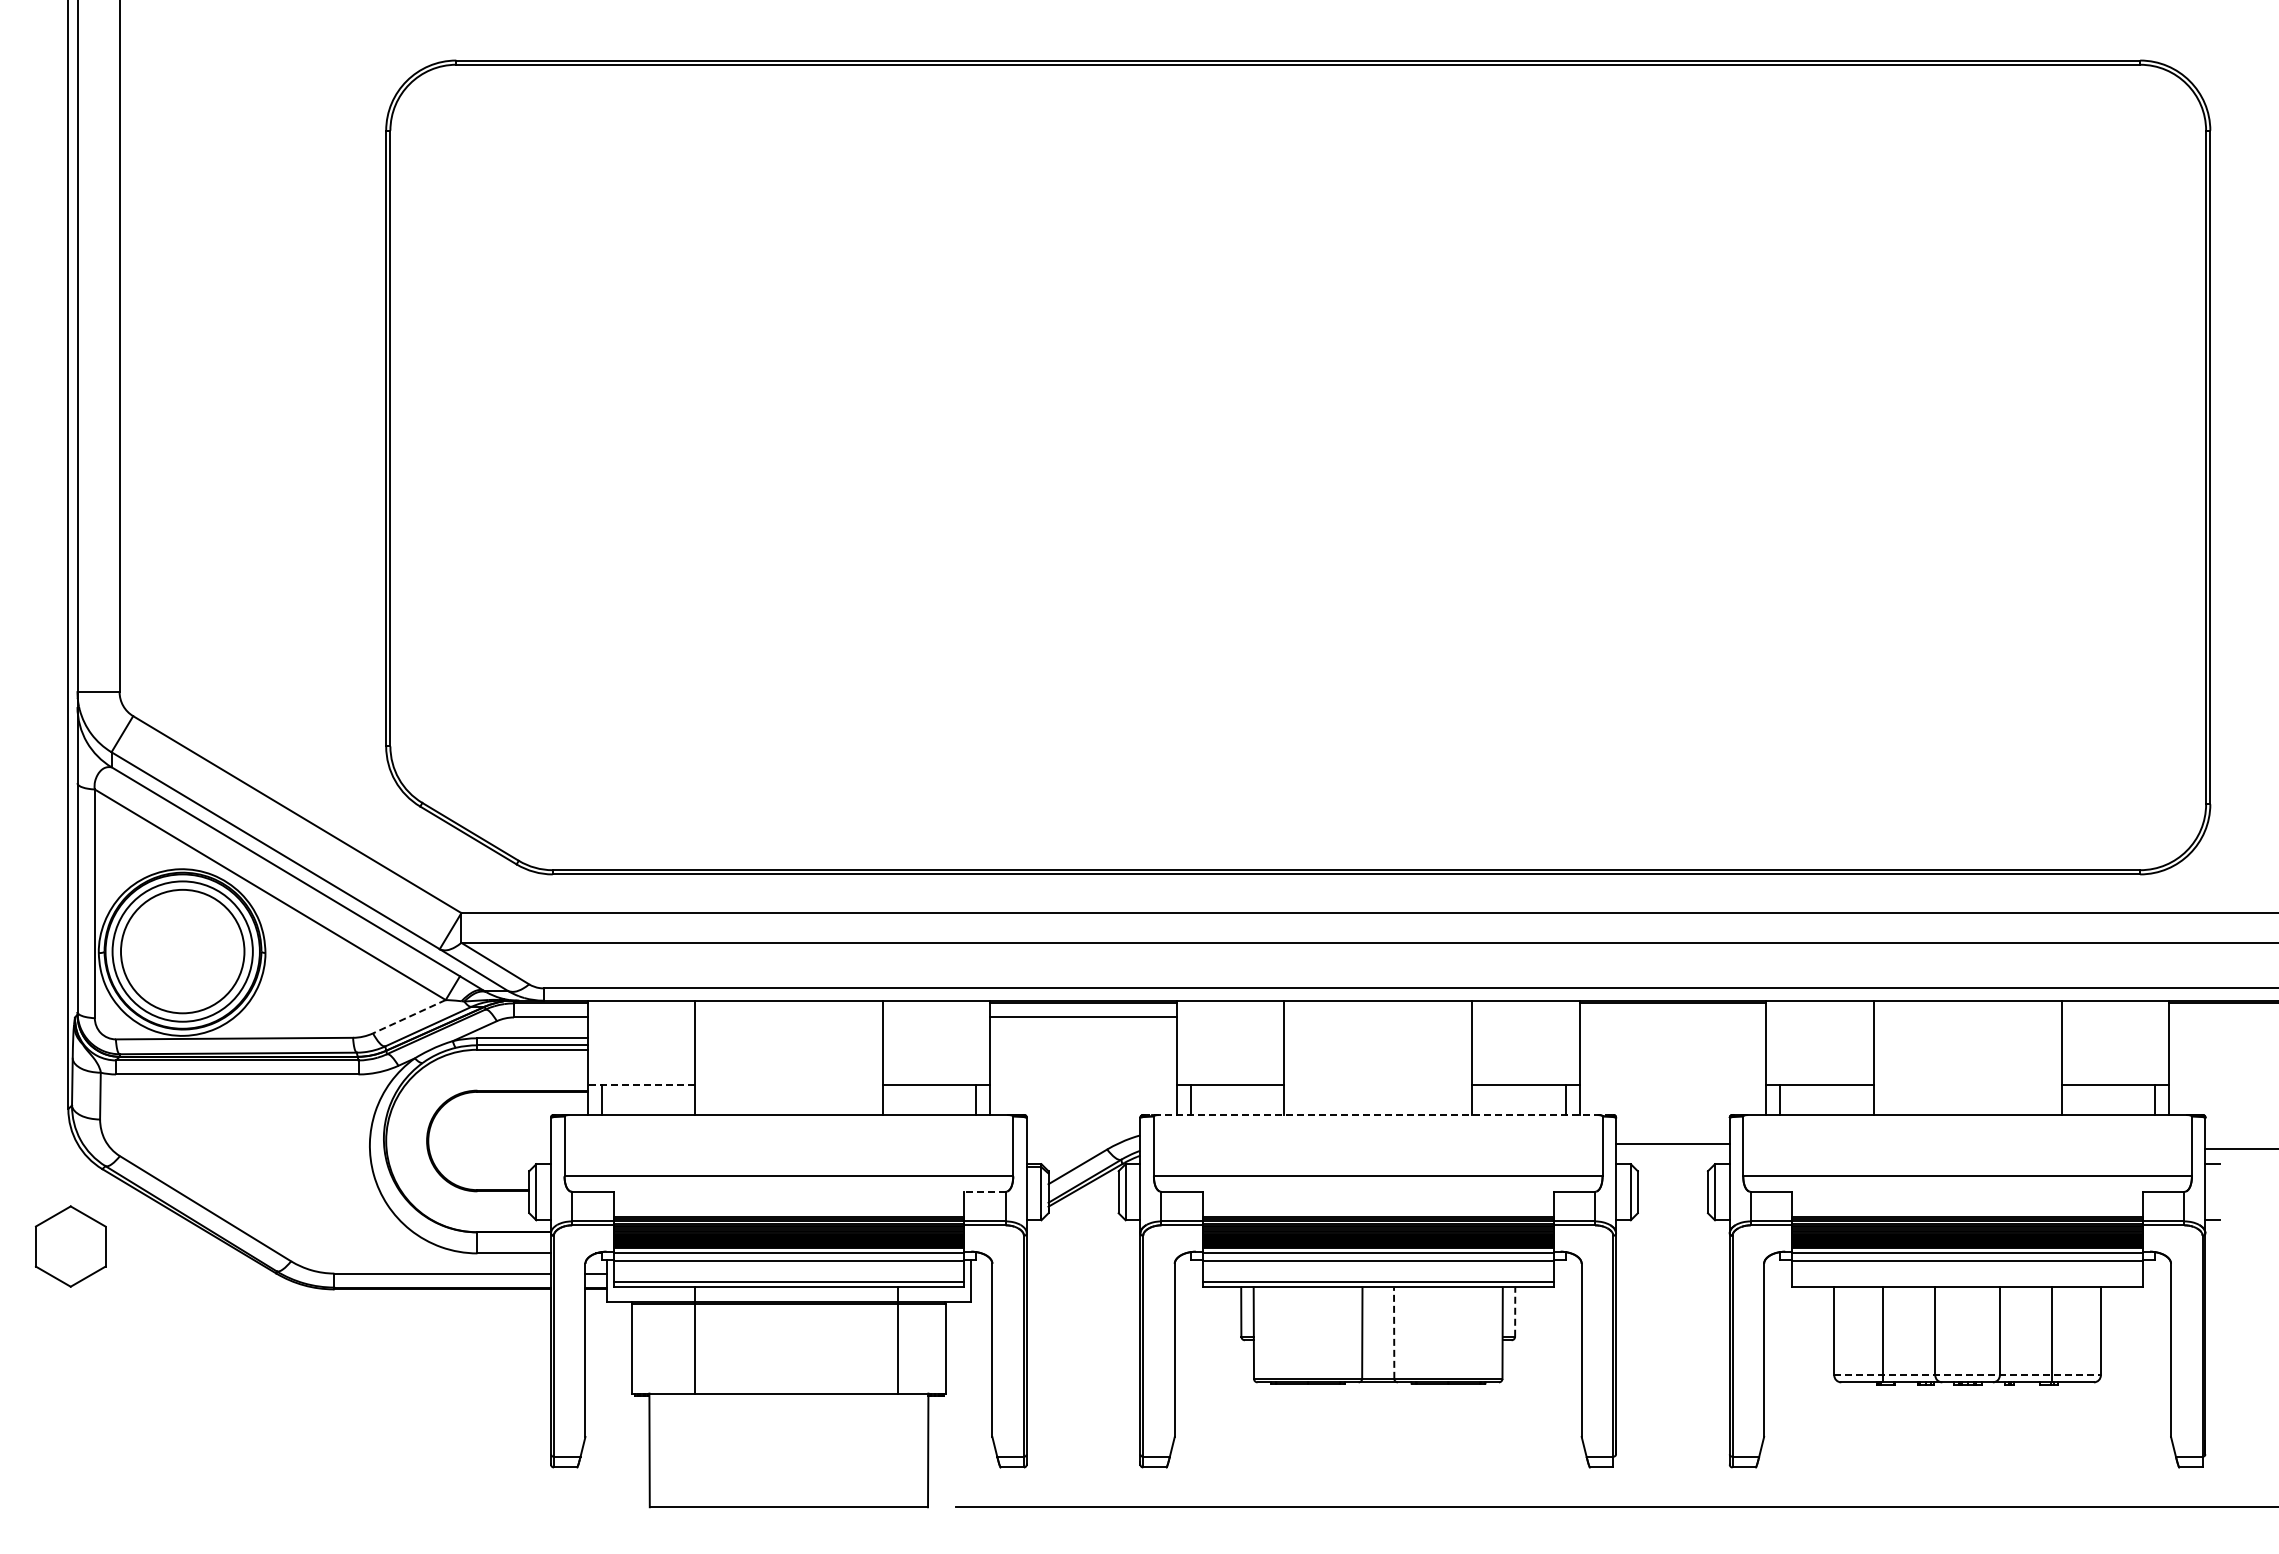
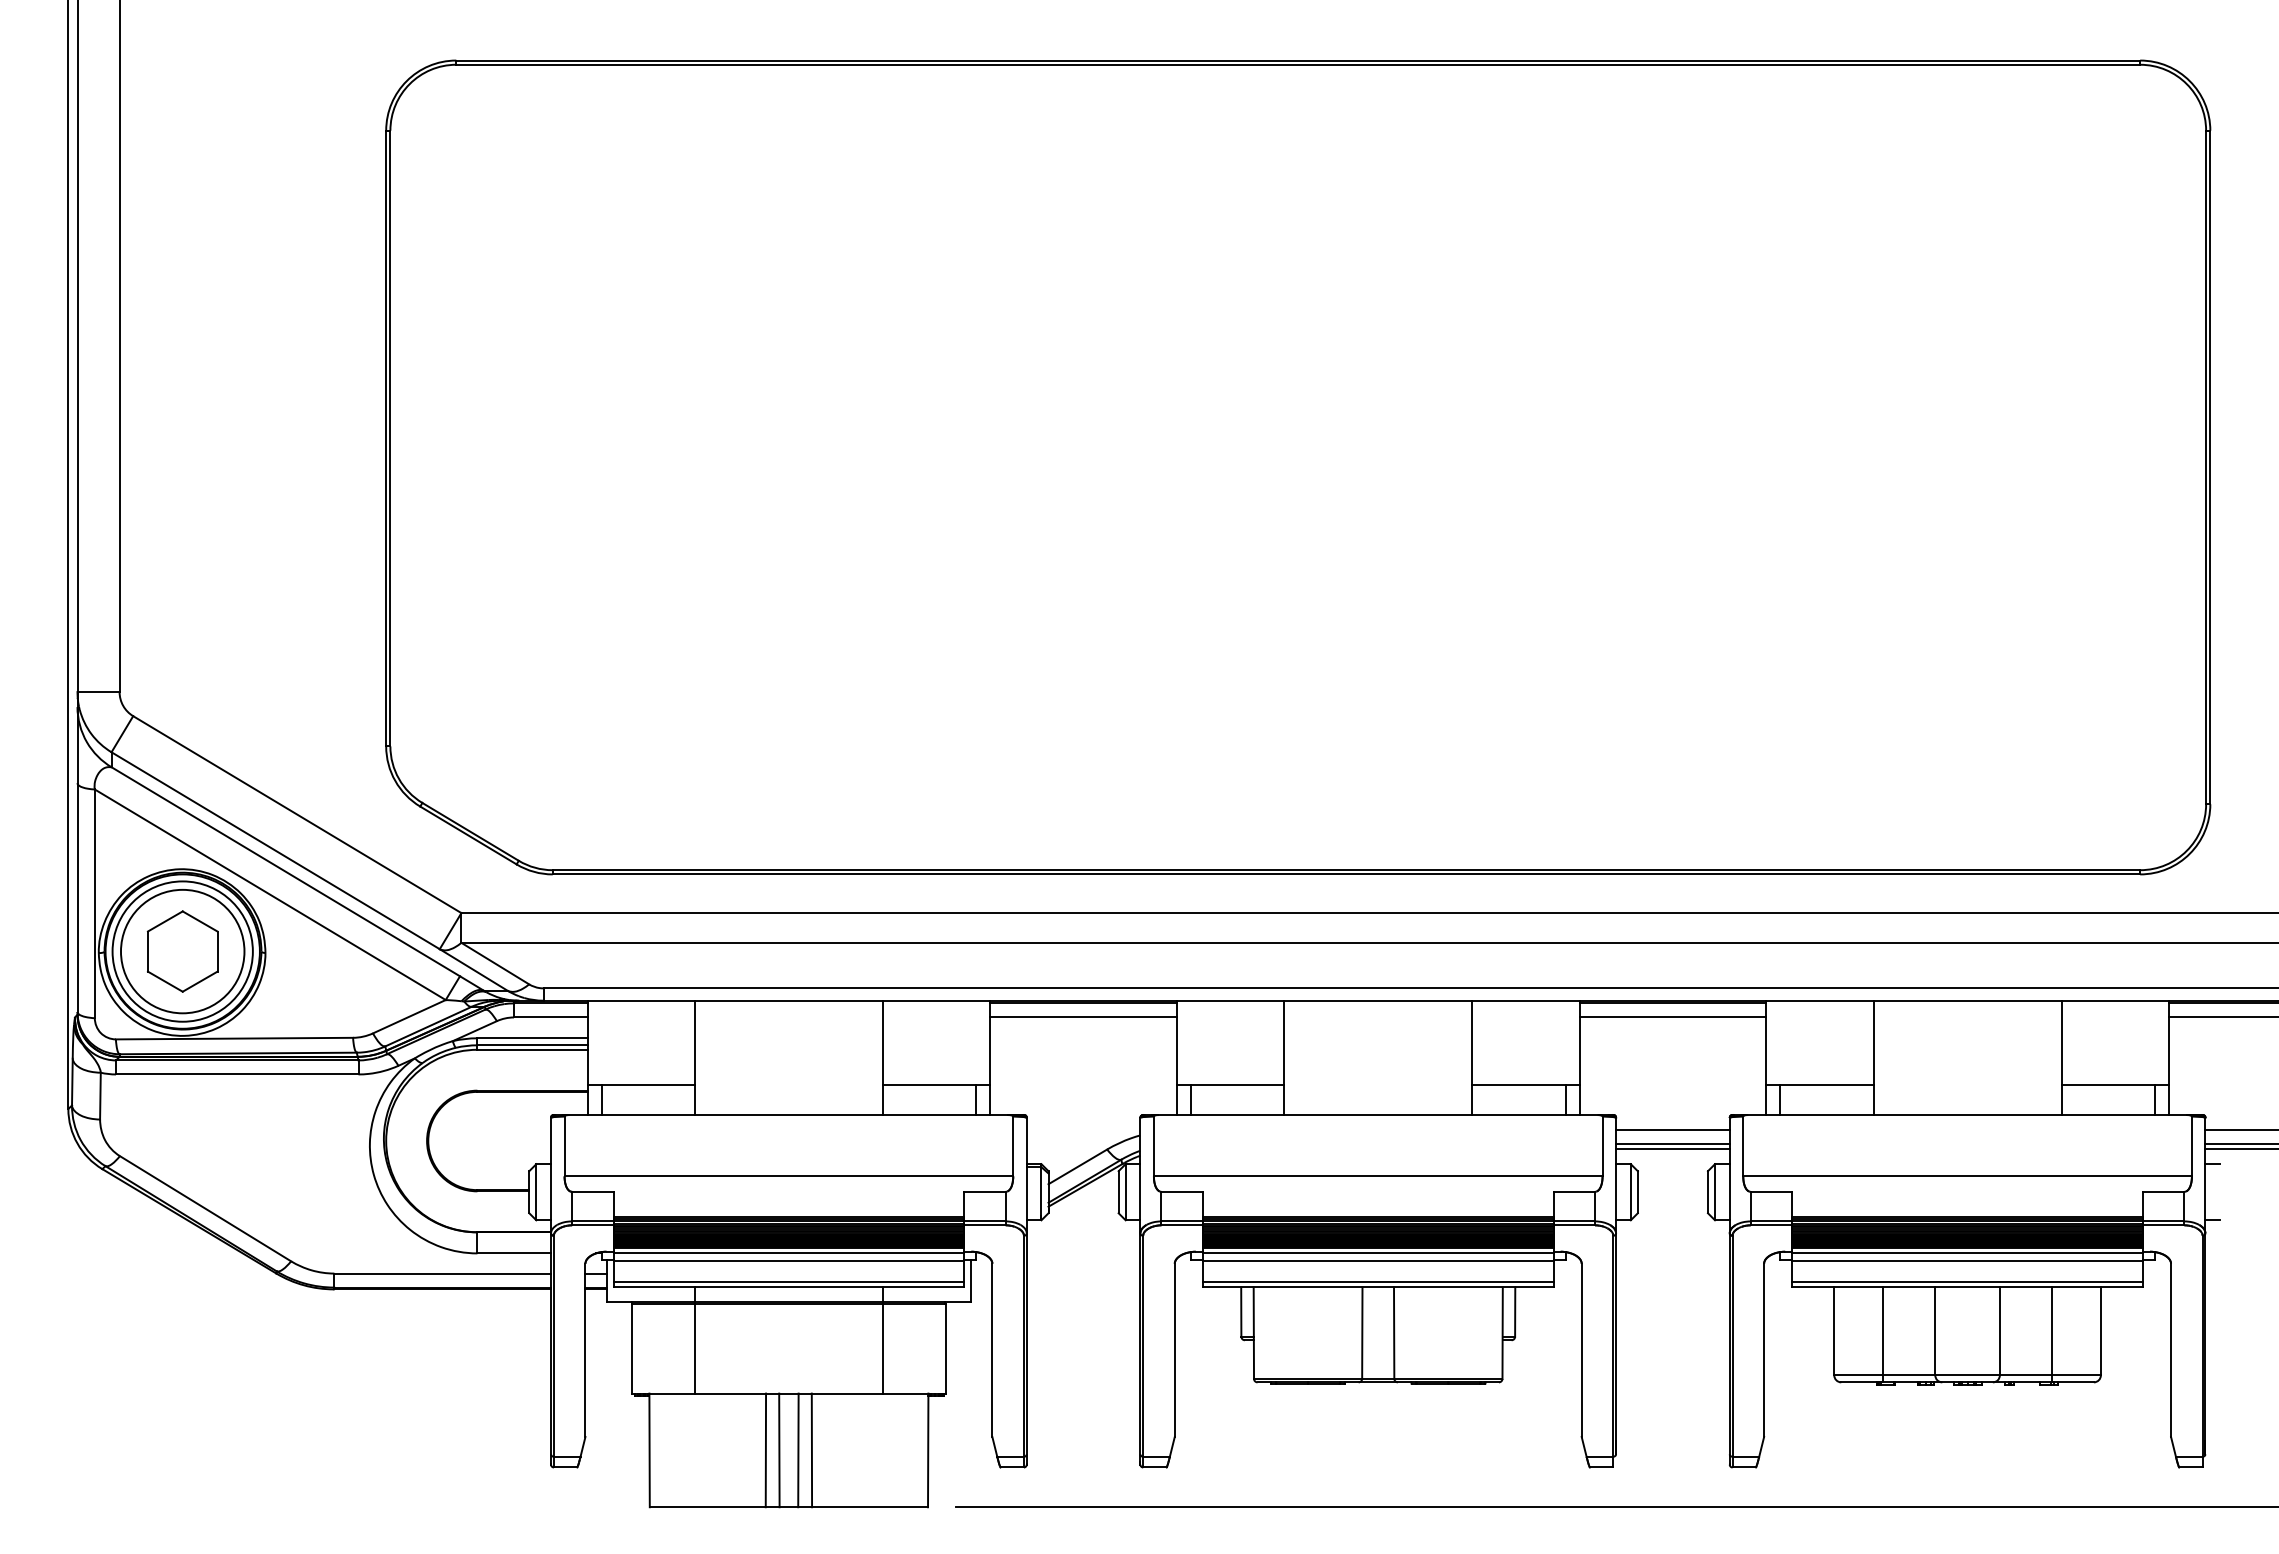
line at (409, 1016): dashed -> solid
line at (1672, 1017): none -> present
line at (2221, 1017): none -> present
line at (641, 1084): dashed -> solid
line at (1378, 1115): dashed -> solid
line at (1672, 1130): none -> present
line at (2240, 1130): none -> present
line at (2240, 1144): none -> present
line at (1672, 1149): none -> present
line at (985, 1191): dashed -> solid
part at (70, 1246) position: (70, 1246) -> (182, 951)
line at (1967, 1281): none -> present
line at (1515, 1312): dashed -> solid
line at (1394, 1333): dashed -> solid
line at (897, 1340) position: (897, 1340) -> (882, 1340)
line at (1968, 1375): dashed -> solid
line at (765, 1450): none -> present
line at (779, 1450): none -> present
line at (798, 1450): none -> present
line at (811, 1450): none -> present
